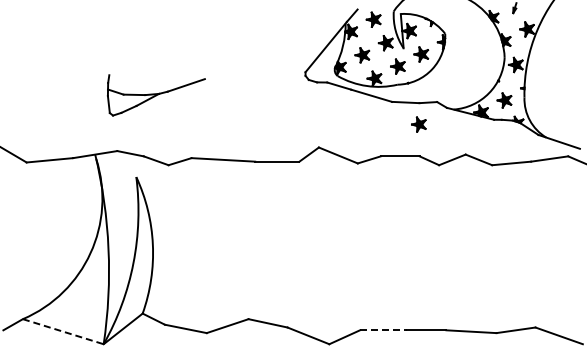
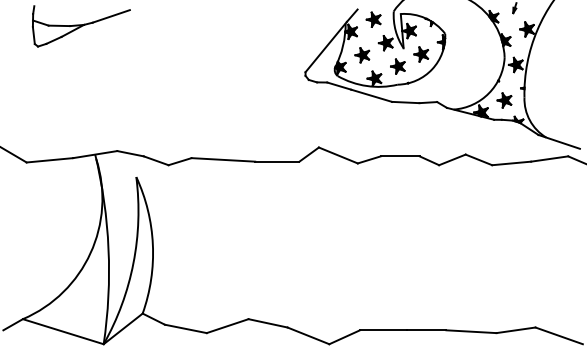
part at (156, 95) position: (156, 95) -> (81, 26)
part at (418, 124): present -> none
line at (383, 330): dashed -> solid
line at (63, 331): dashed -> solid
